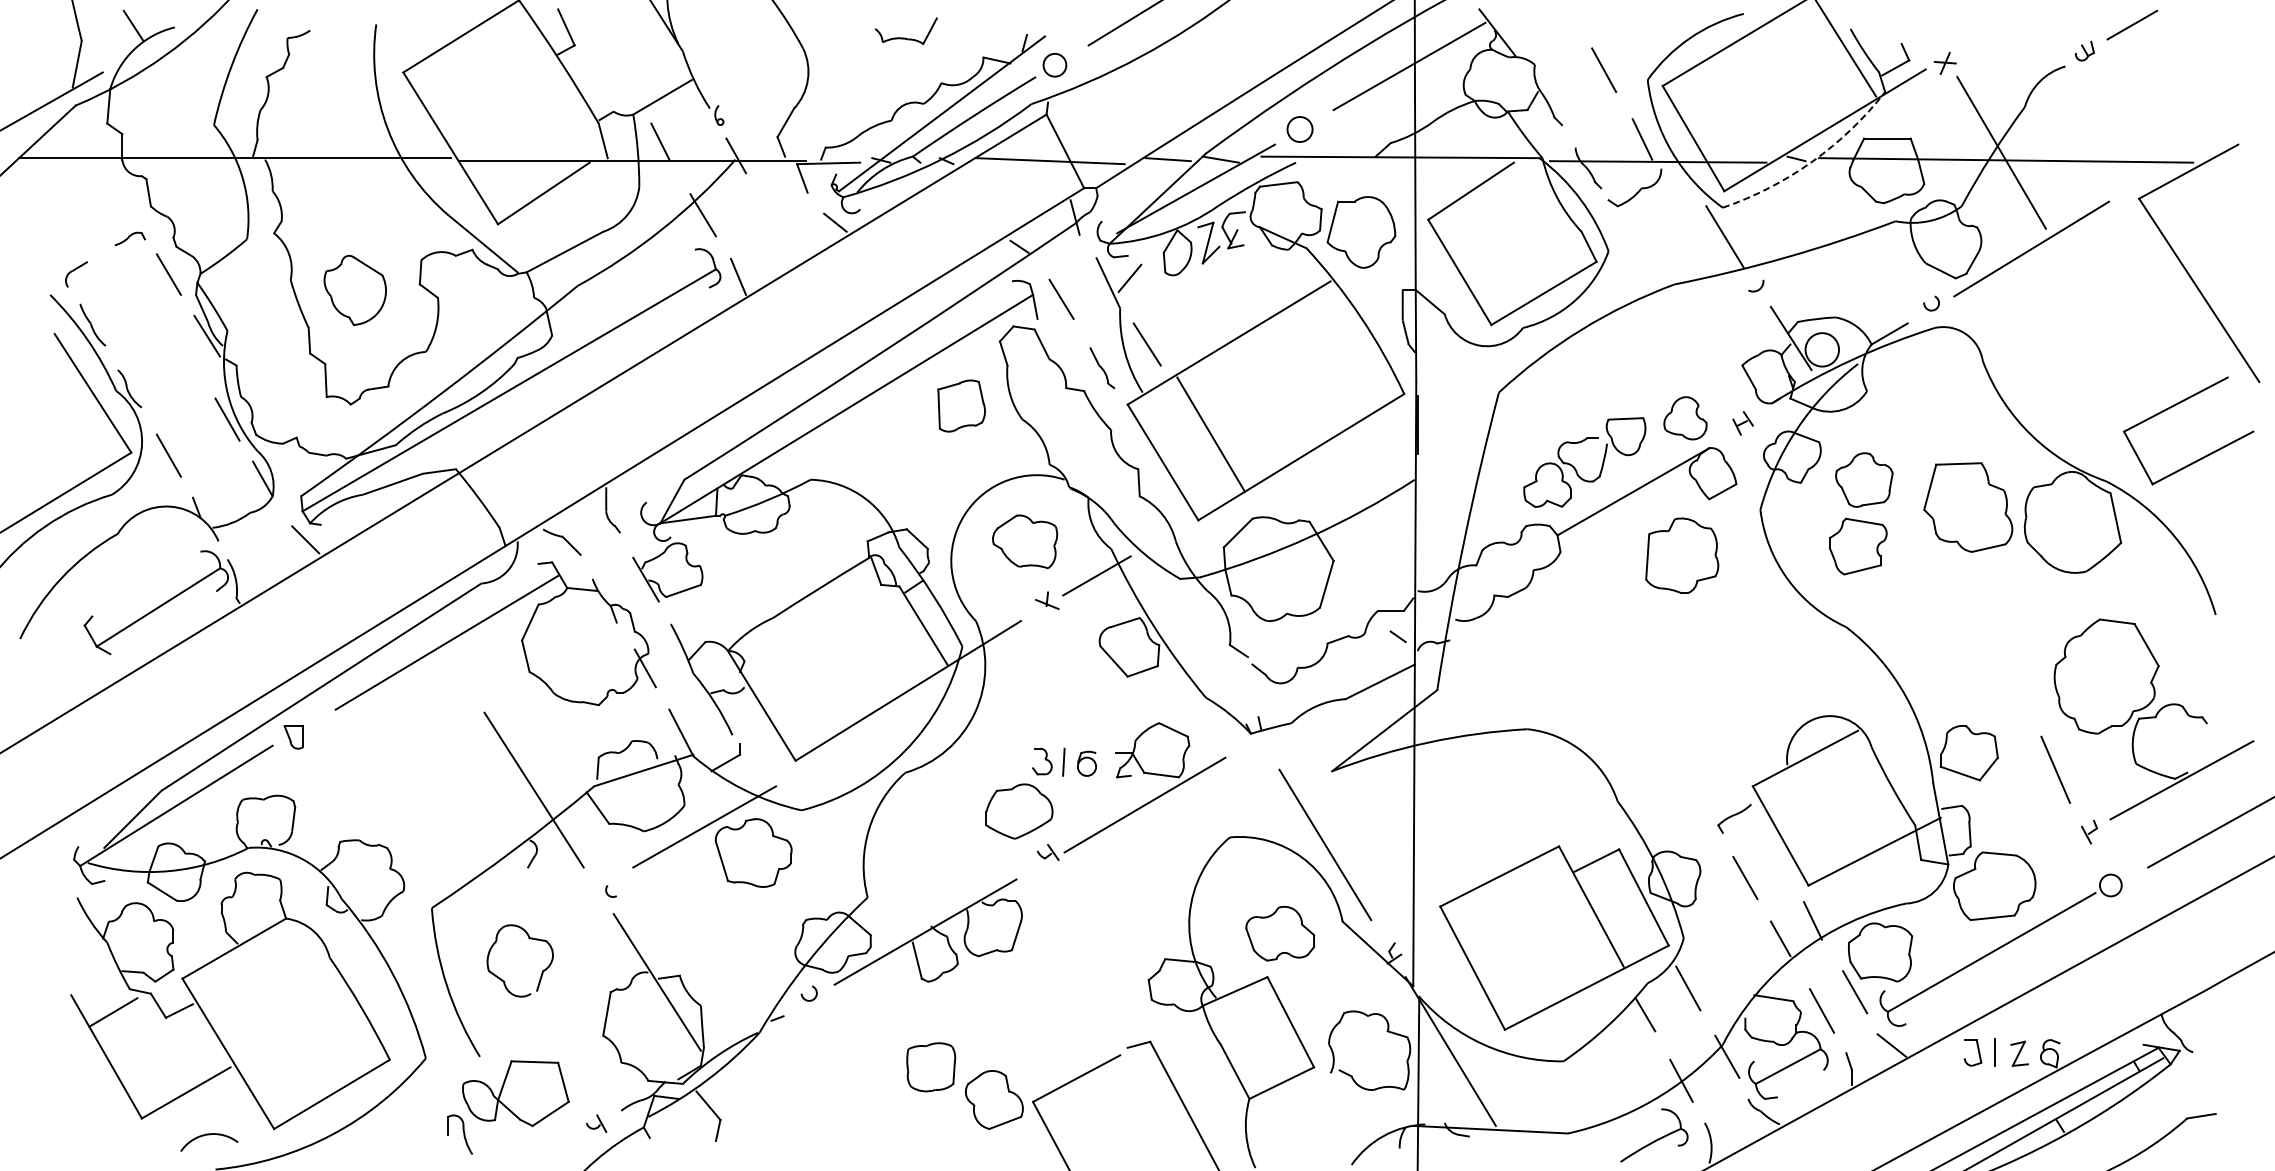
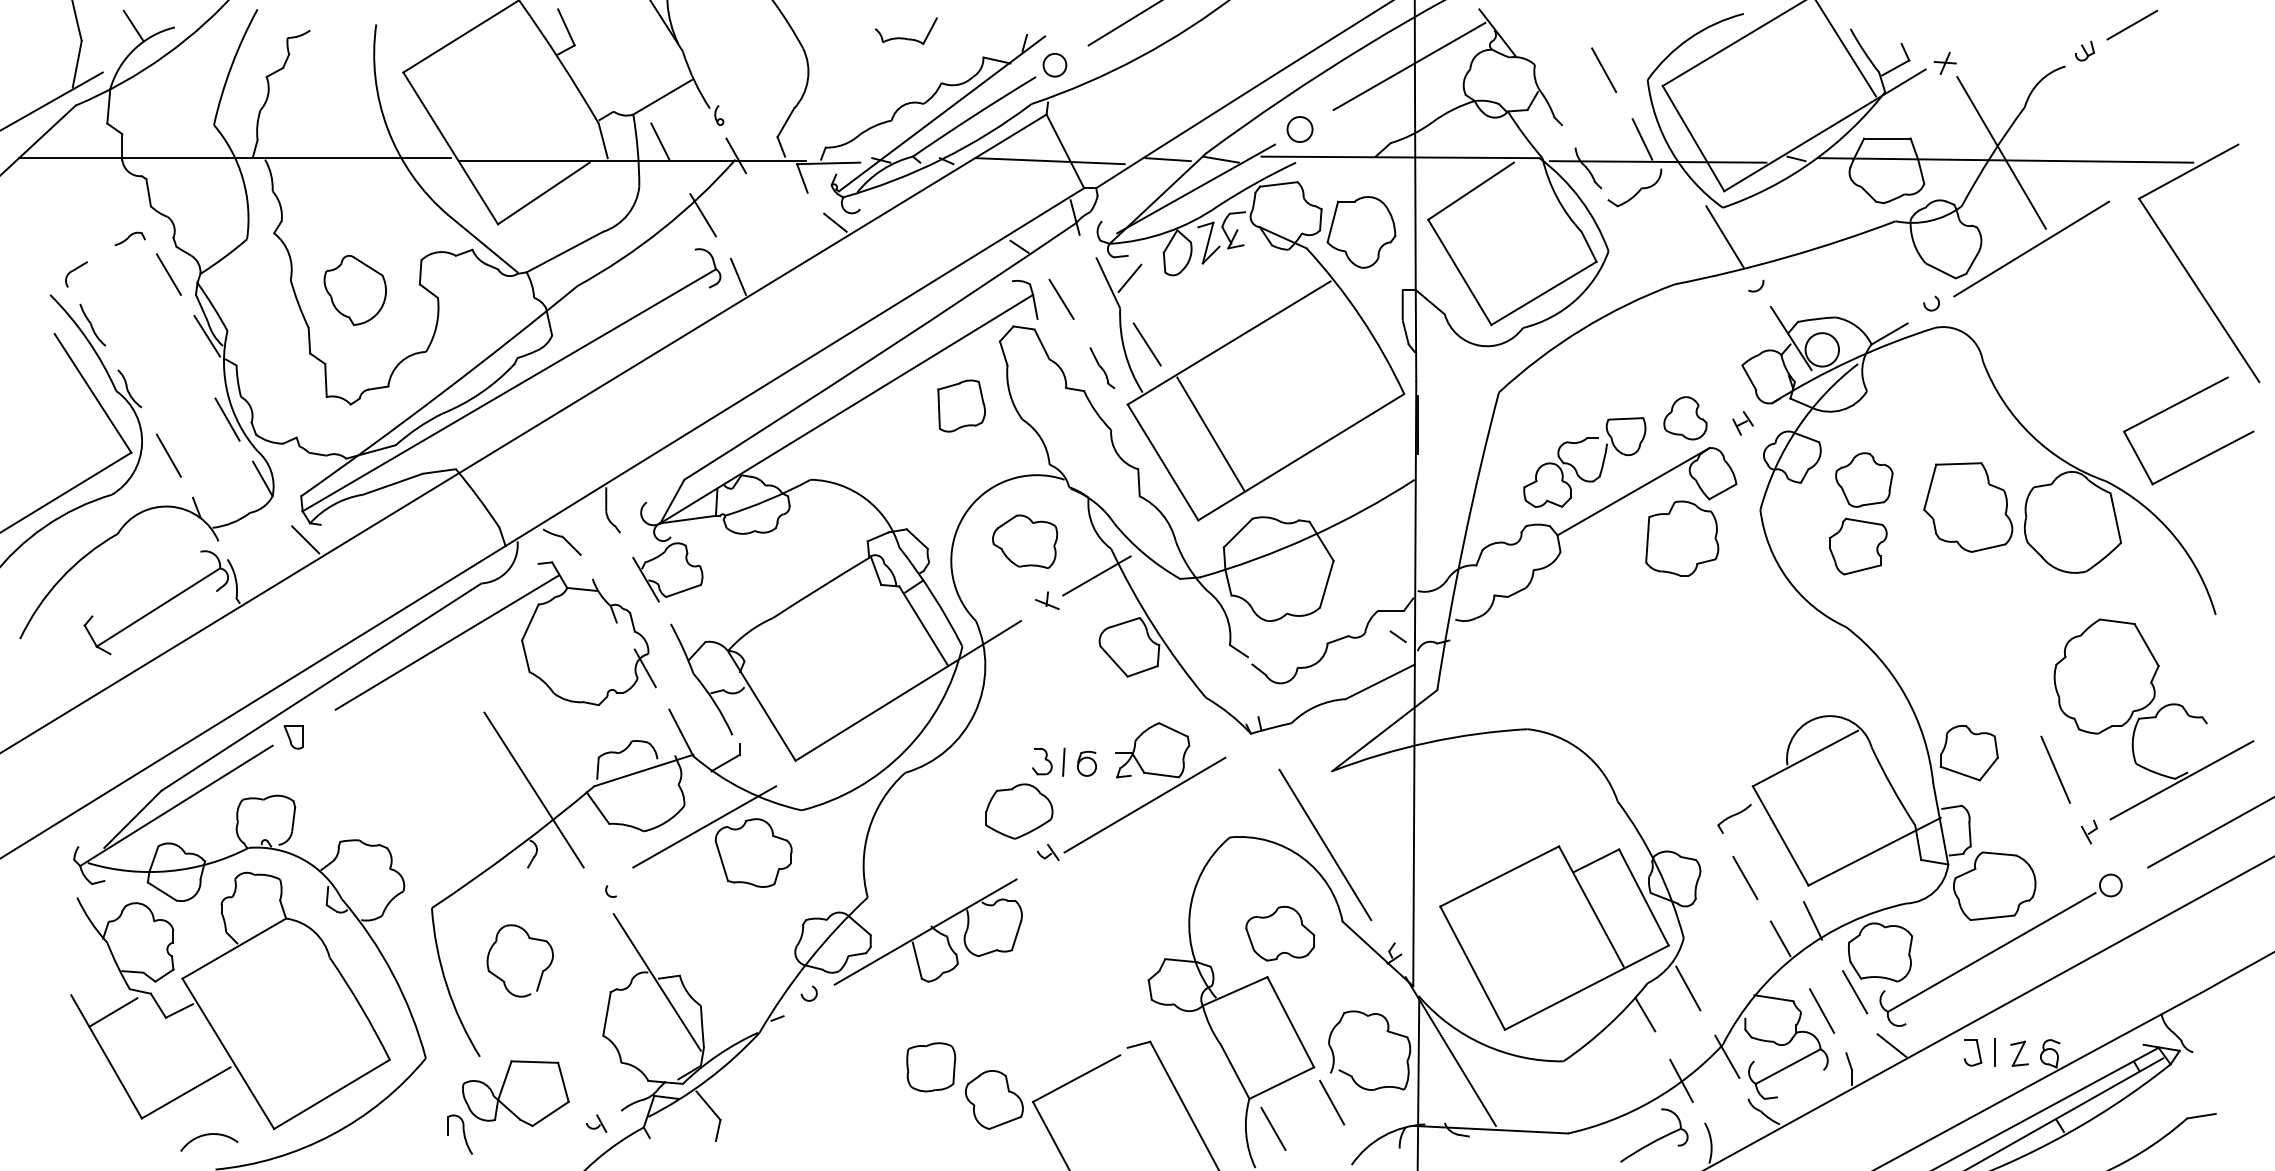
arc at (1812, 161): dashed -> solid
part at (1682, 555) position: (1682, 555) -> (1682, 538)
line at (1332, 1102): none -> present
line at (1273, 1128): none -> present
